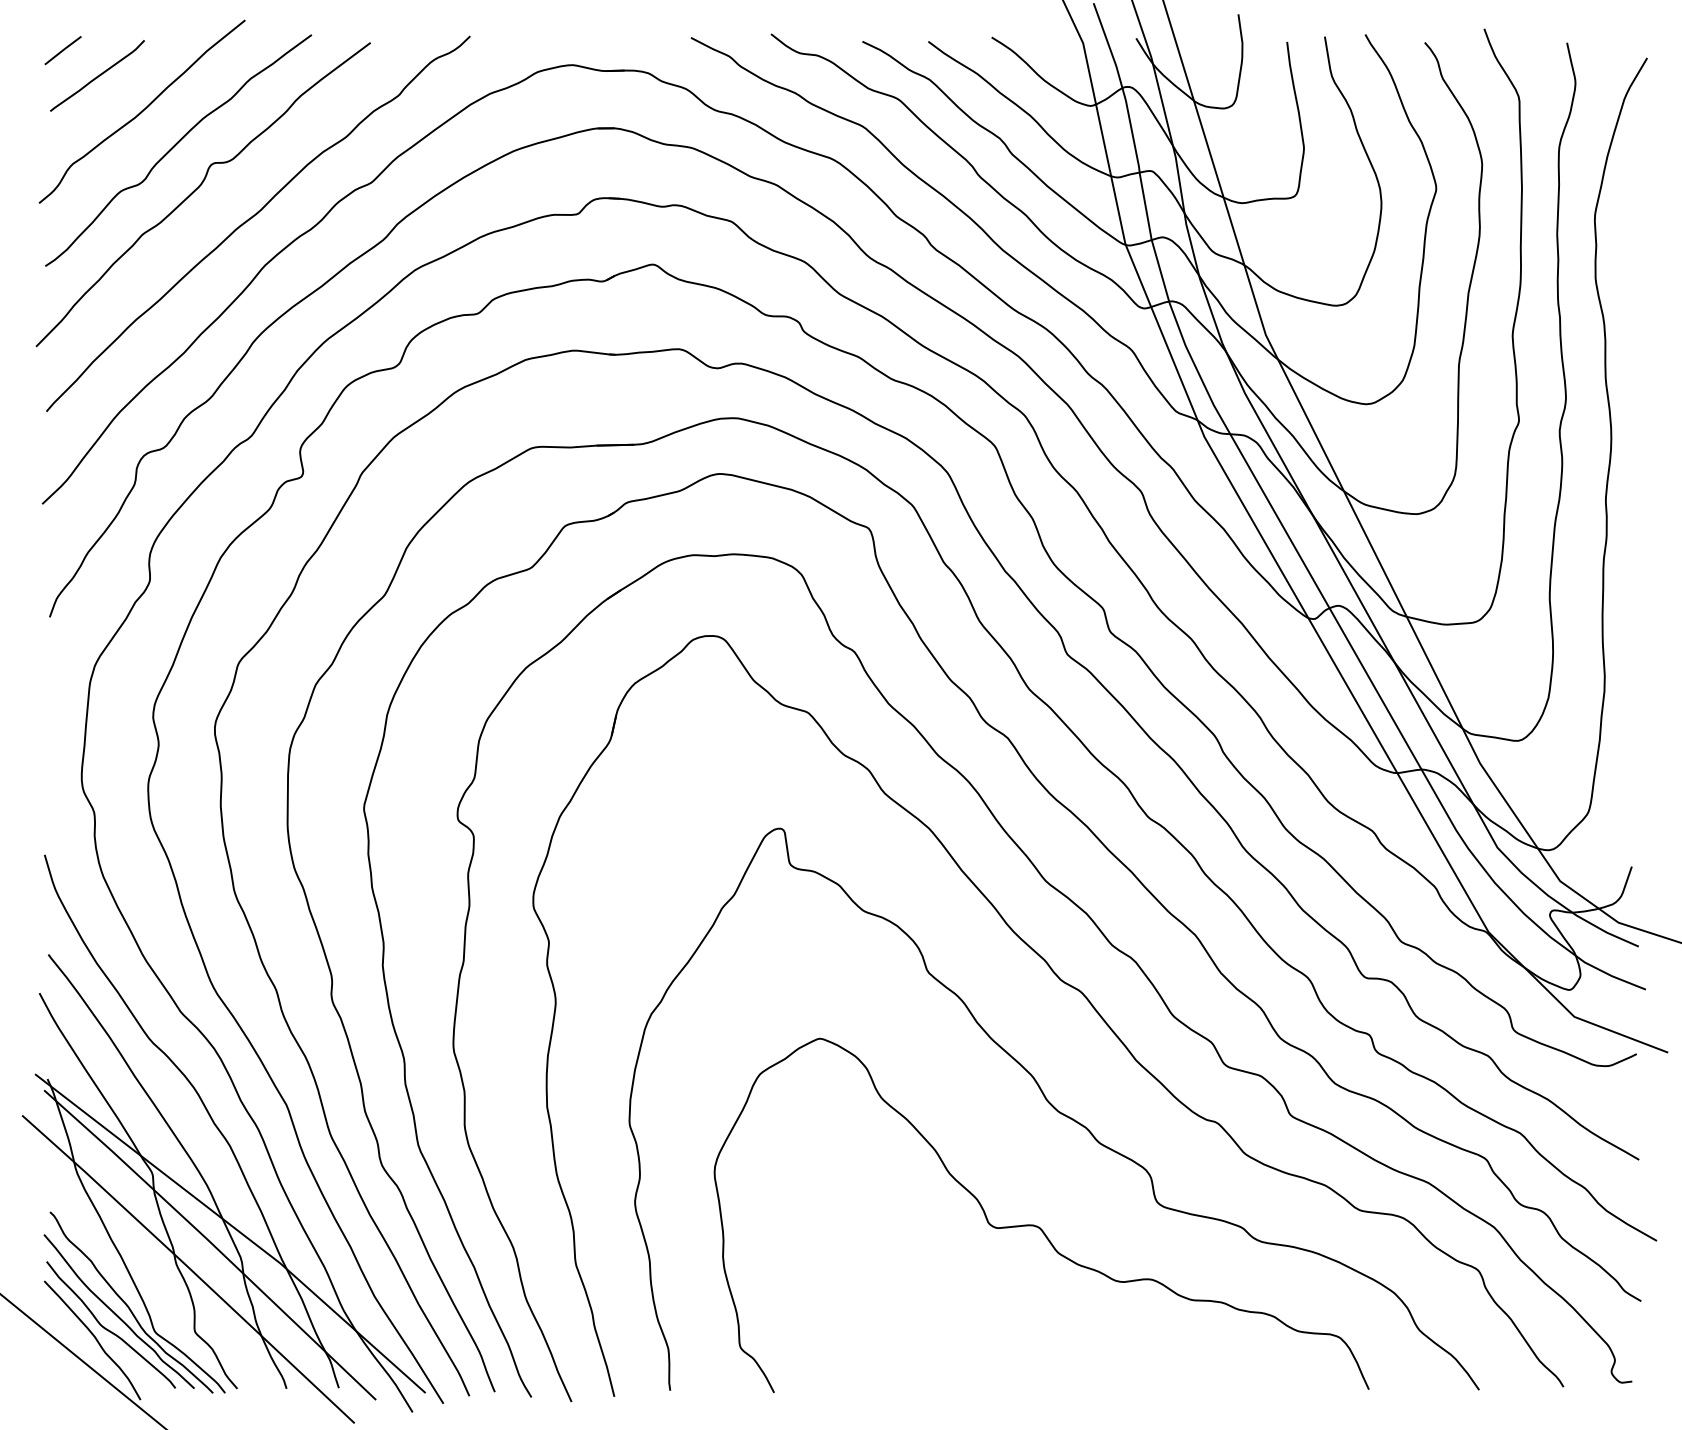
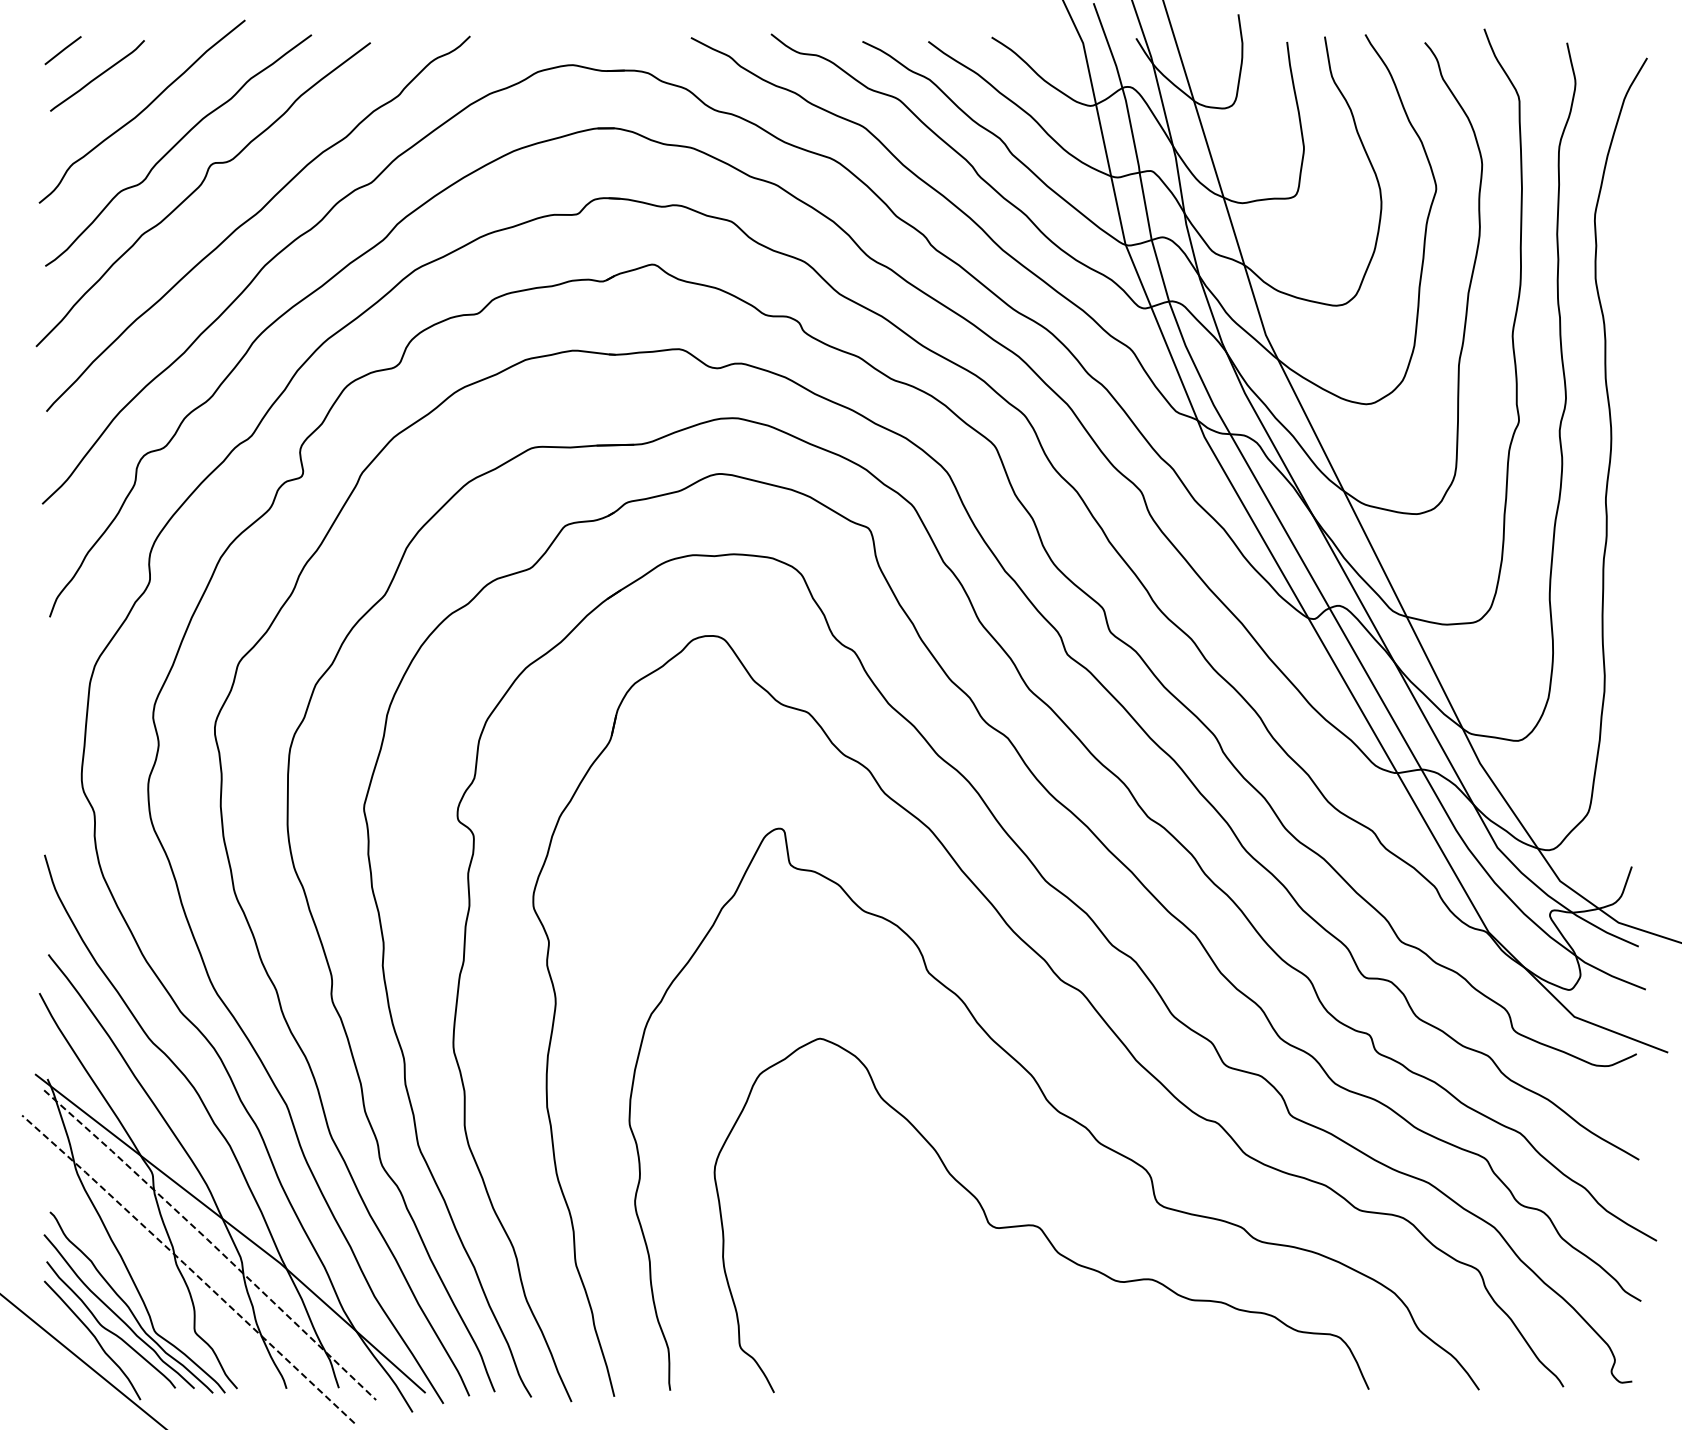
line at (210, 1242): solid -> dashed
line at (188, 1267): solid -> dashed
